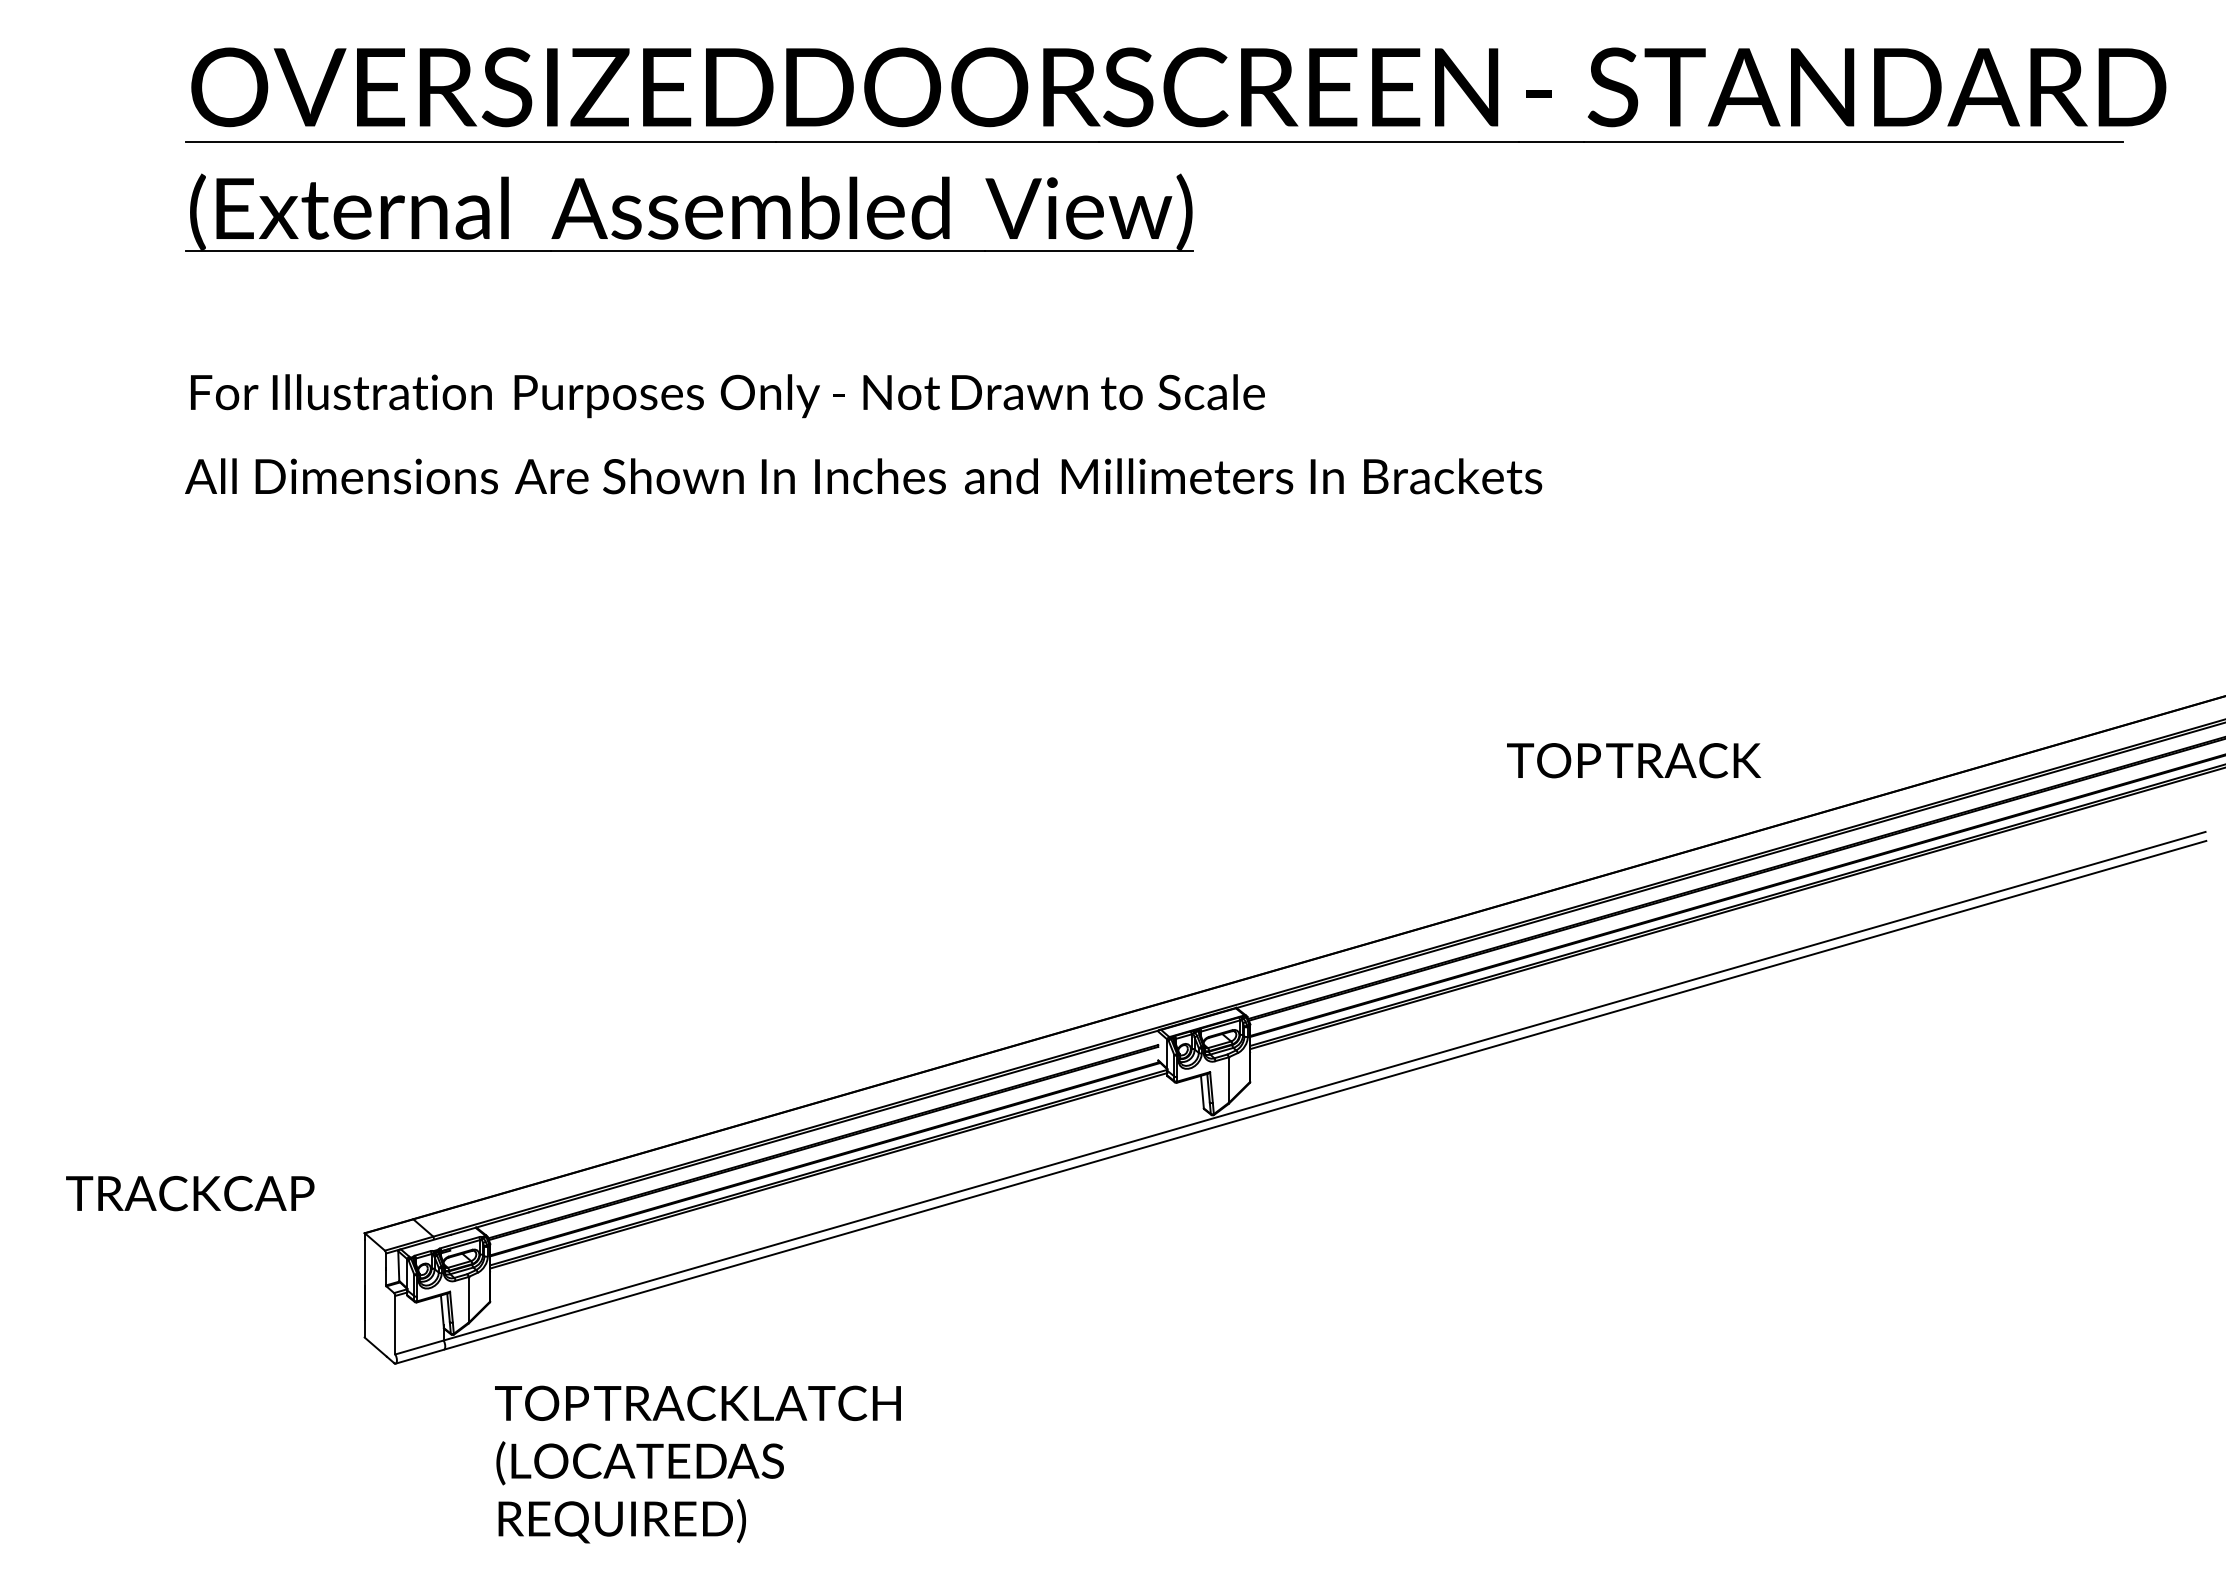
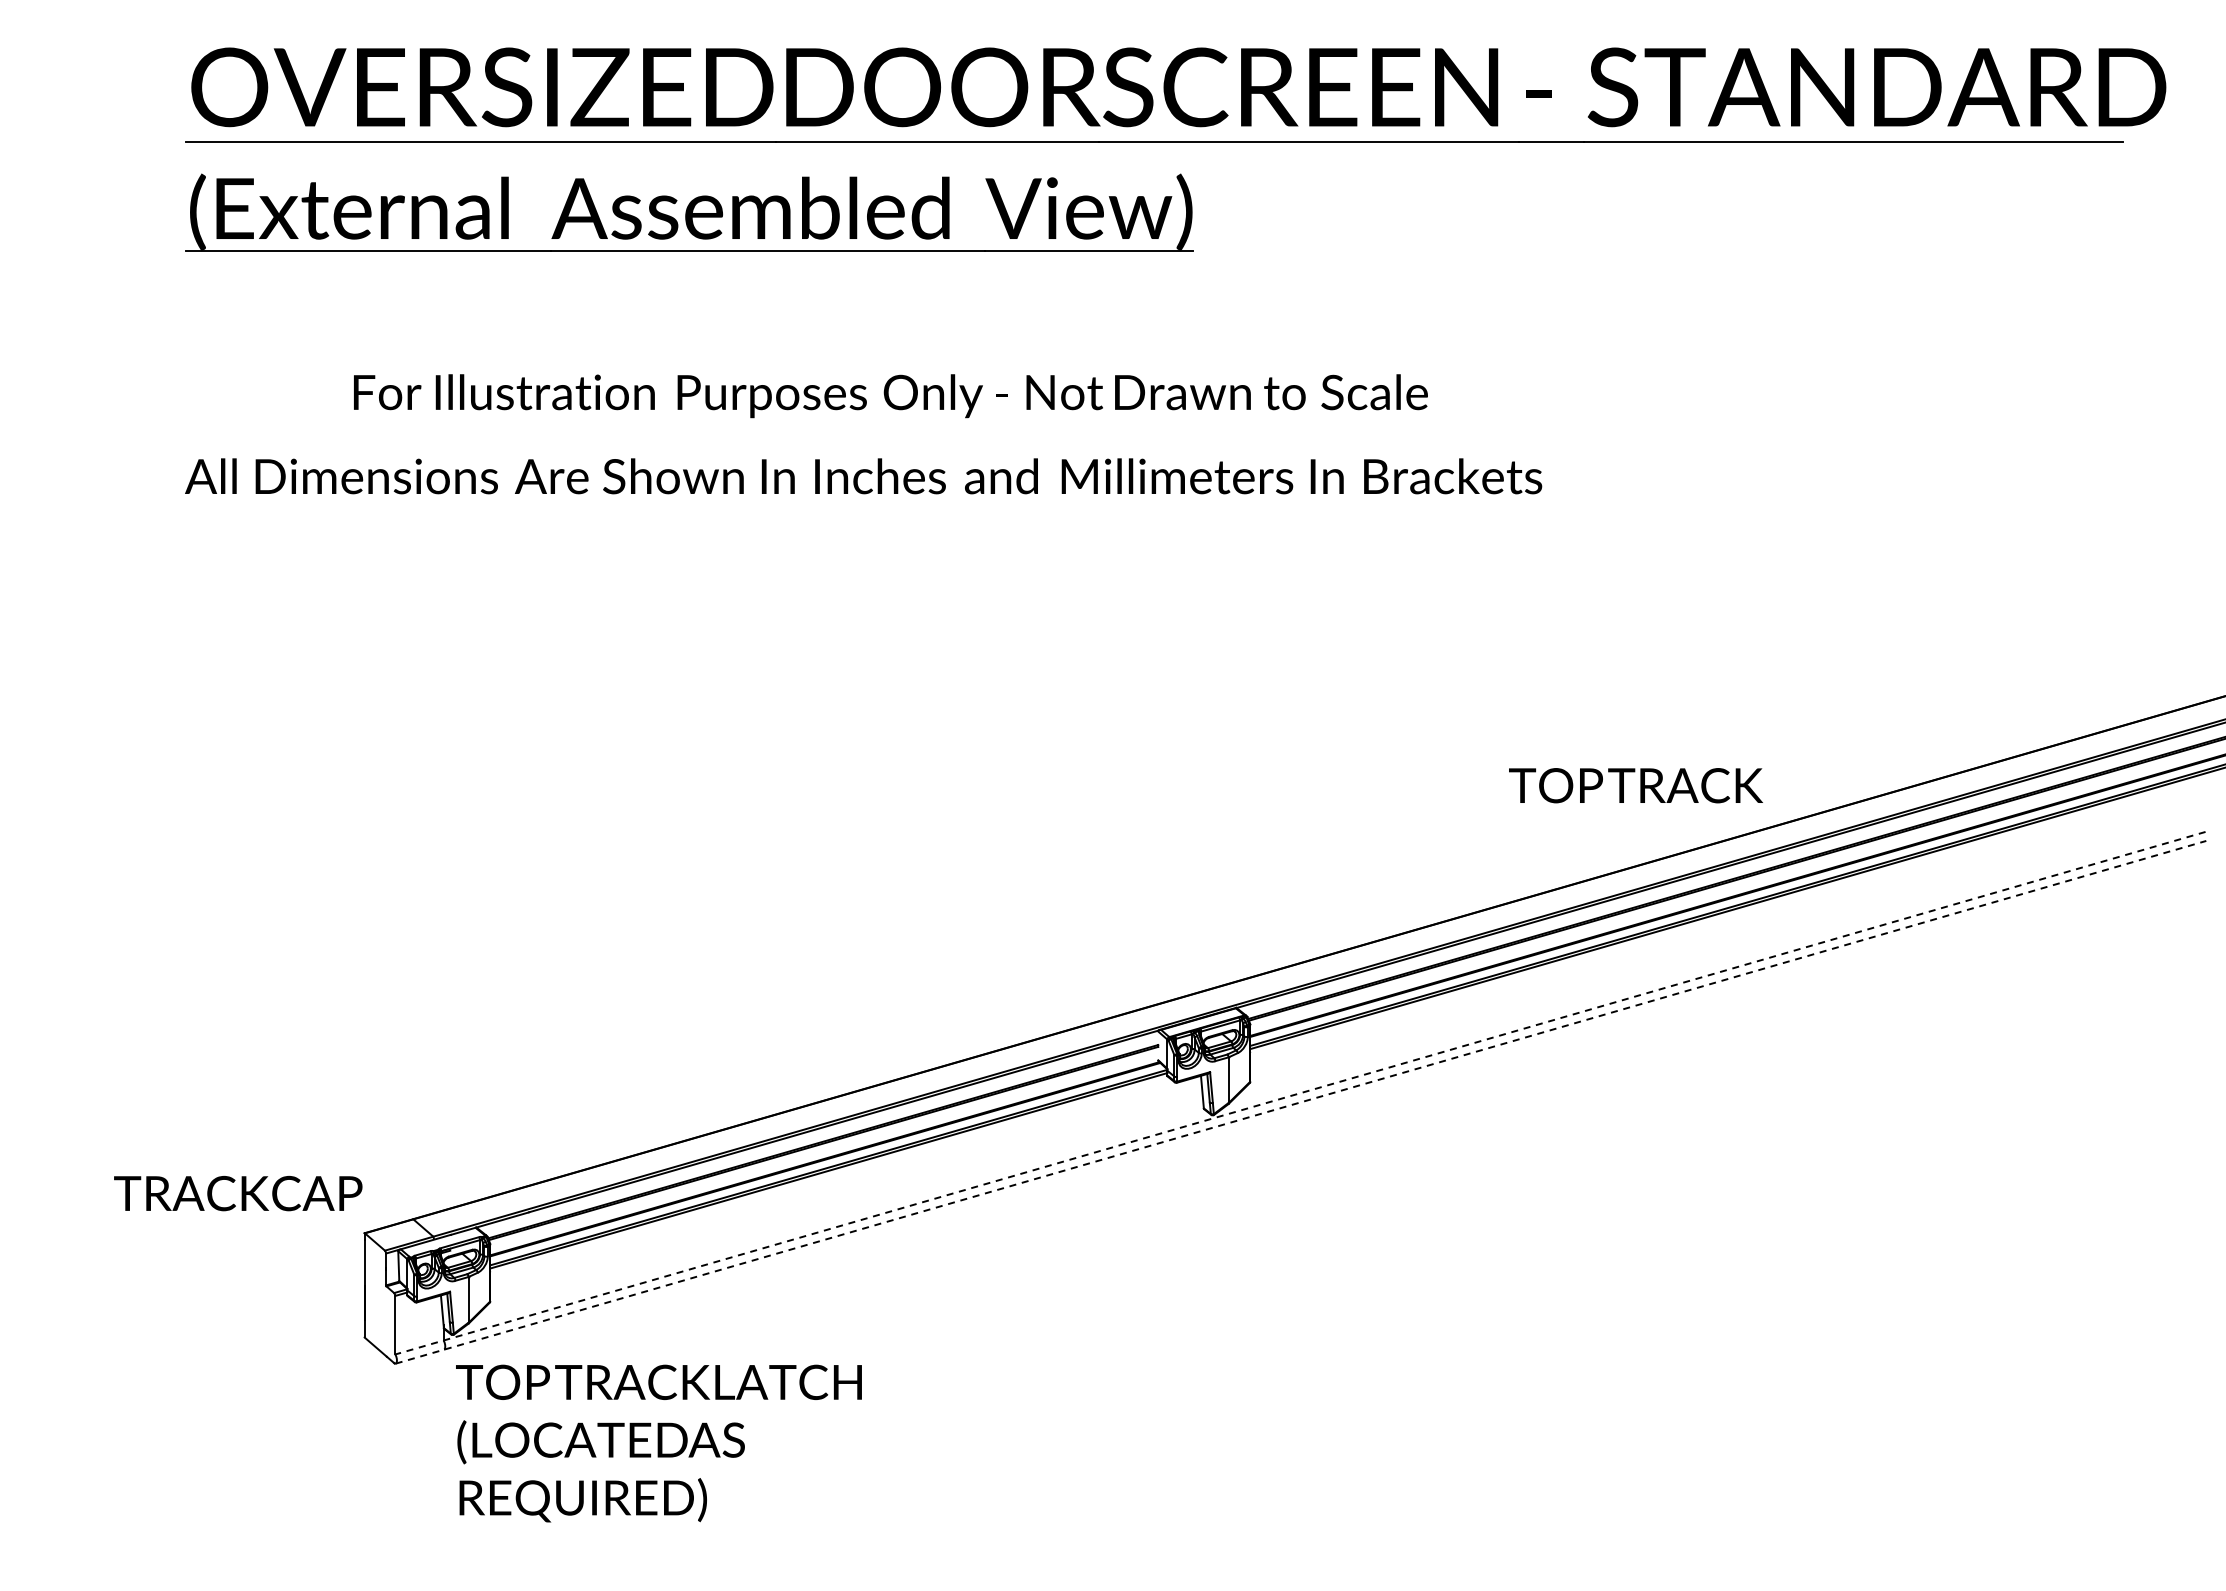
text at (727, 396) position: (727, 396) -> (890, 396)
text at (1633, 760) position: (1633, 760) -> (1635, 785)
line at (1299, 1093): solid -> dashed
line at (1301, 1102): solid -> dashed
text at (190, 1193) position: (190, 1193) -> (238, 1193)
text at (697, 1464) position: (697, 1464) -> (658, 1443)
